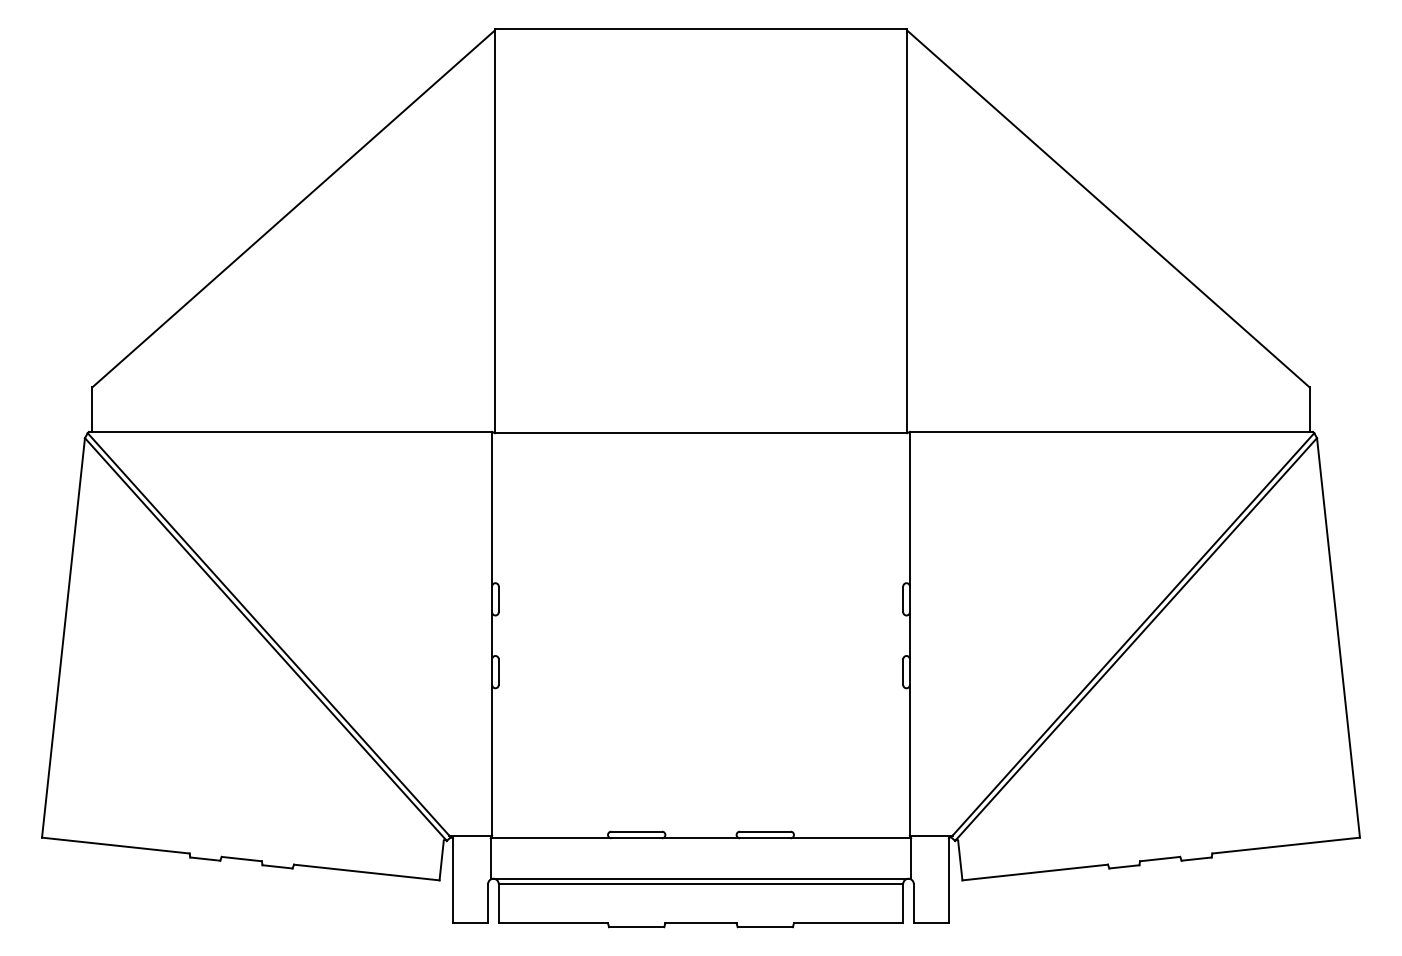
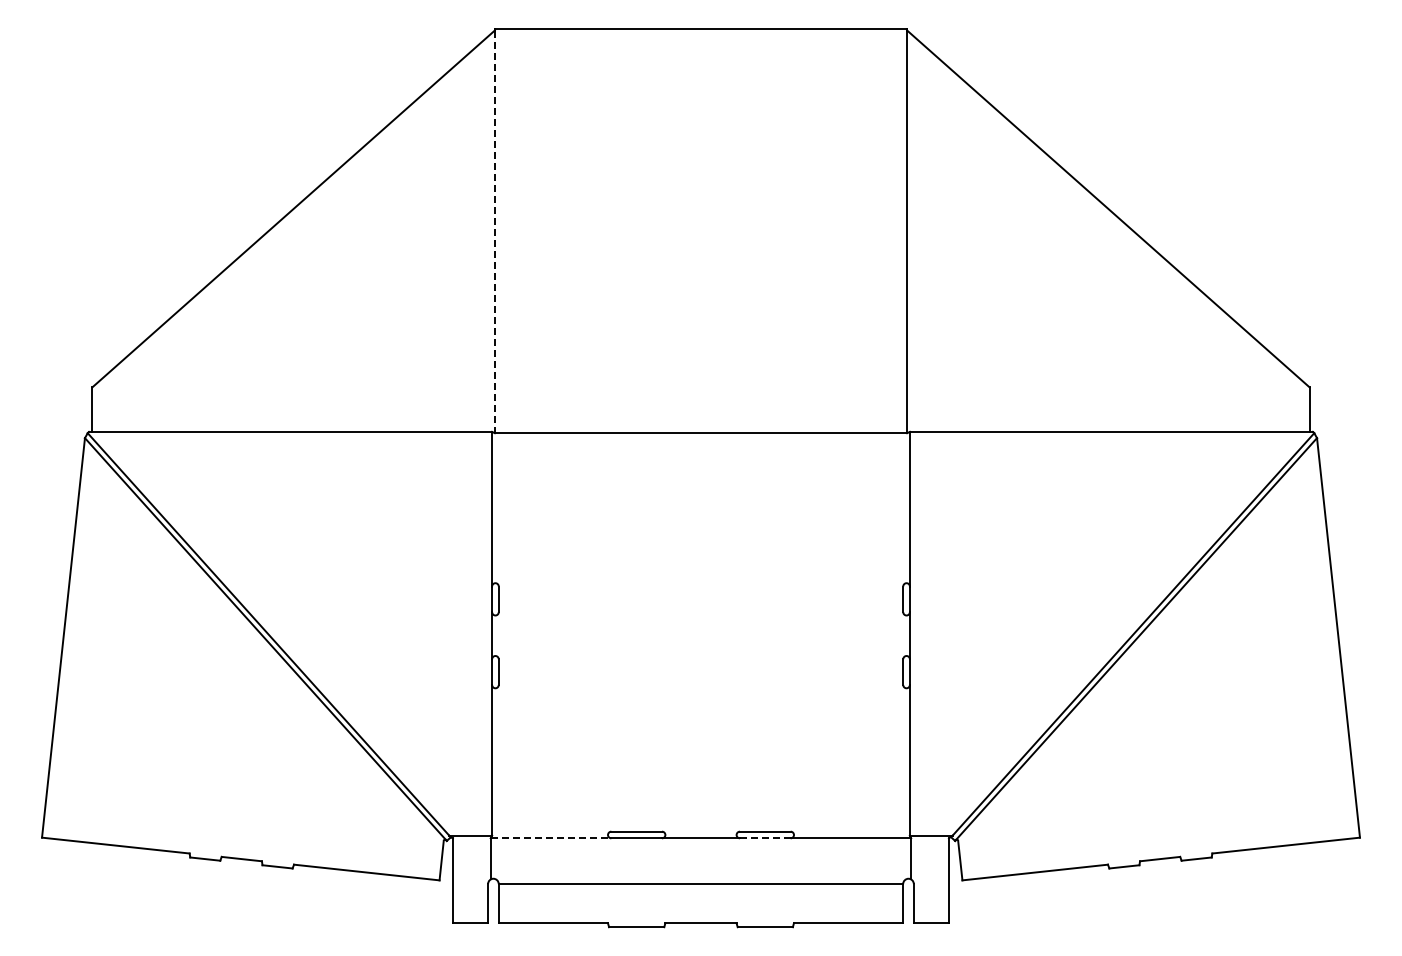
line at (494, 232): solid -> dashed
line at (551, 838): solid -> dashed
line at (765, 838): solid -> dashed
line at (700, 878): present -> none
